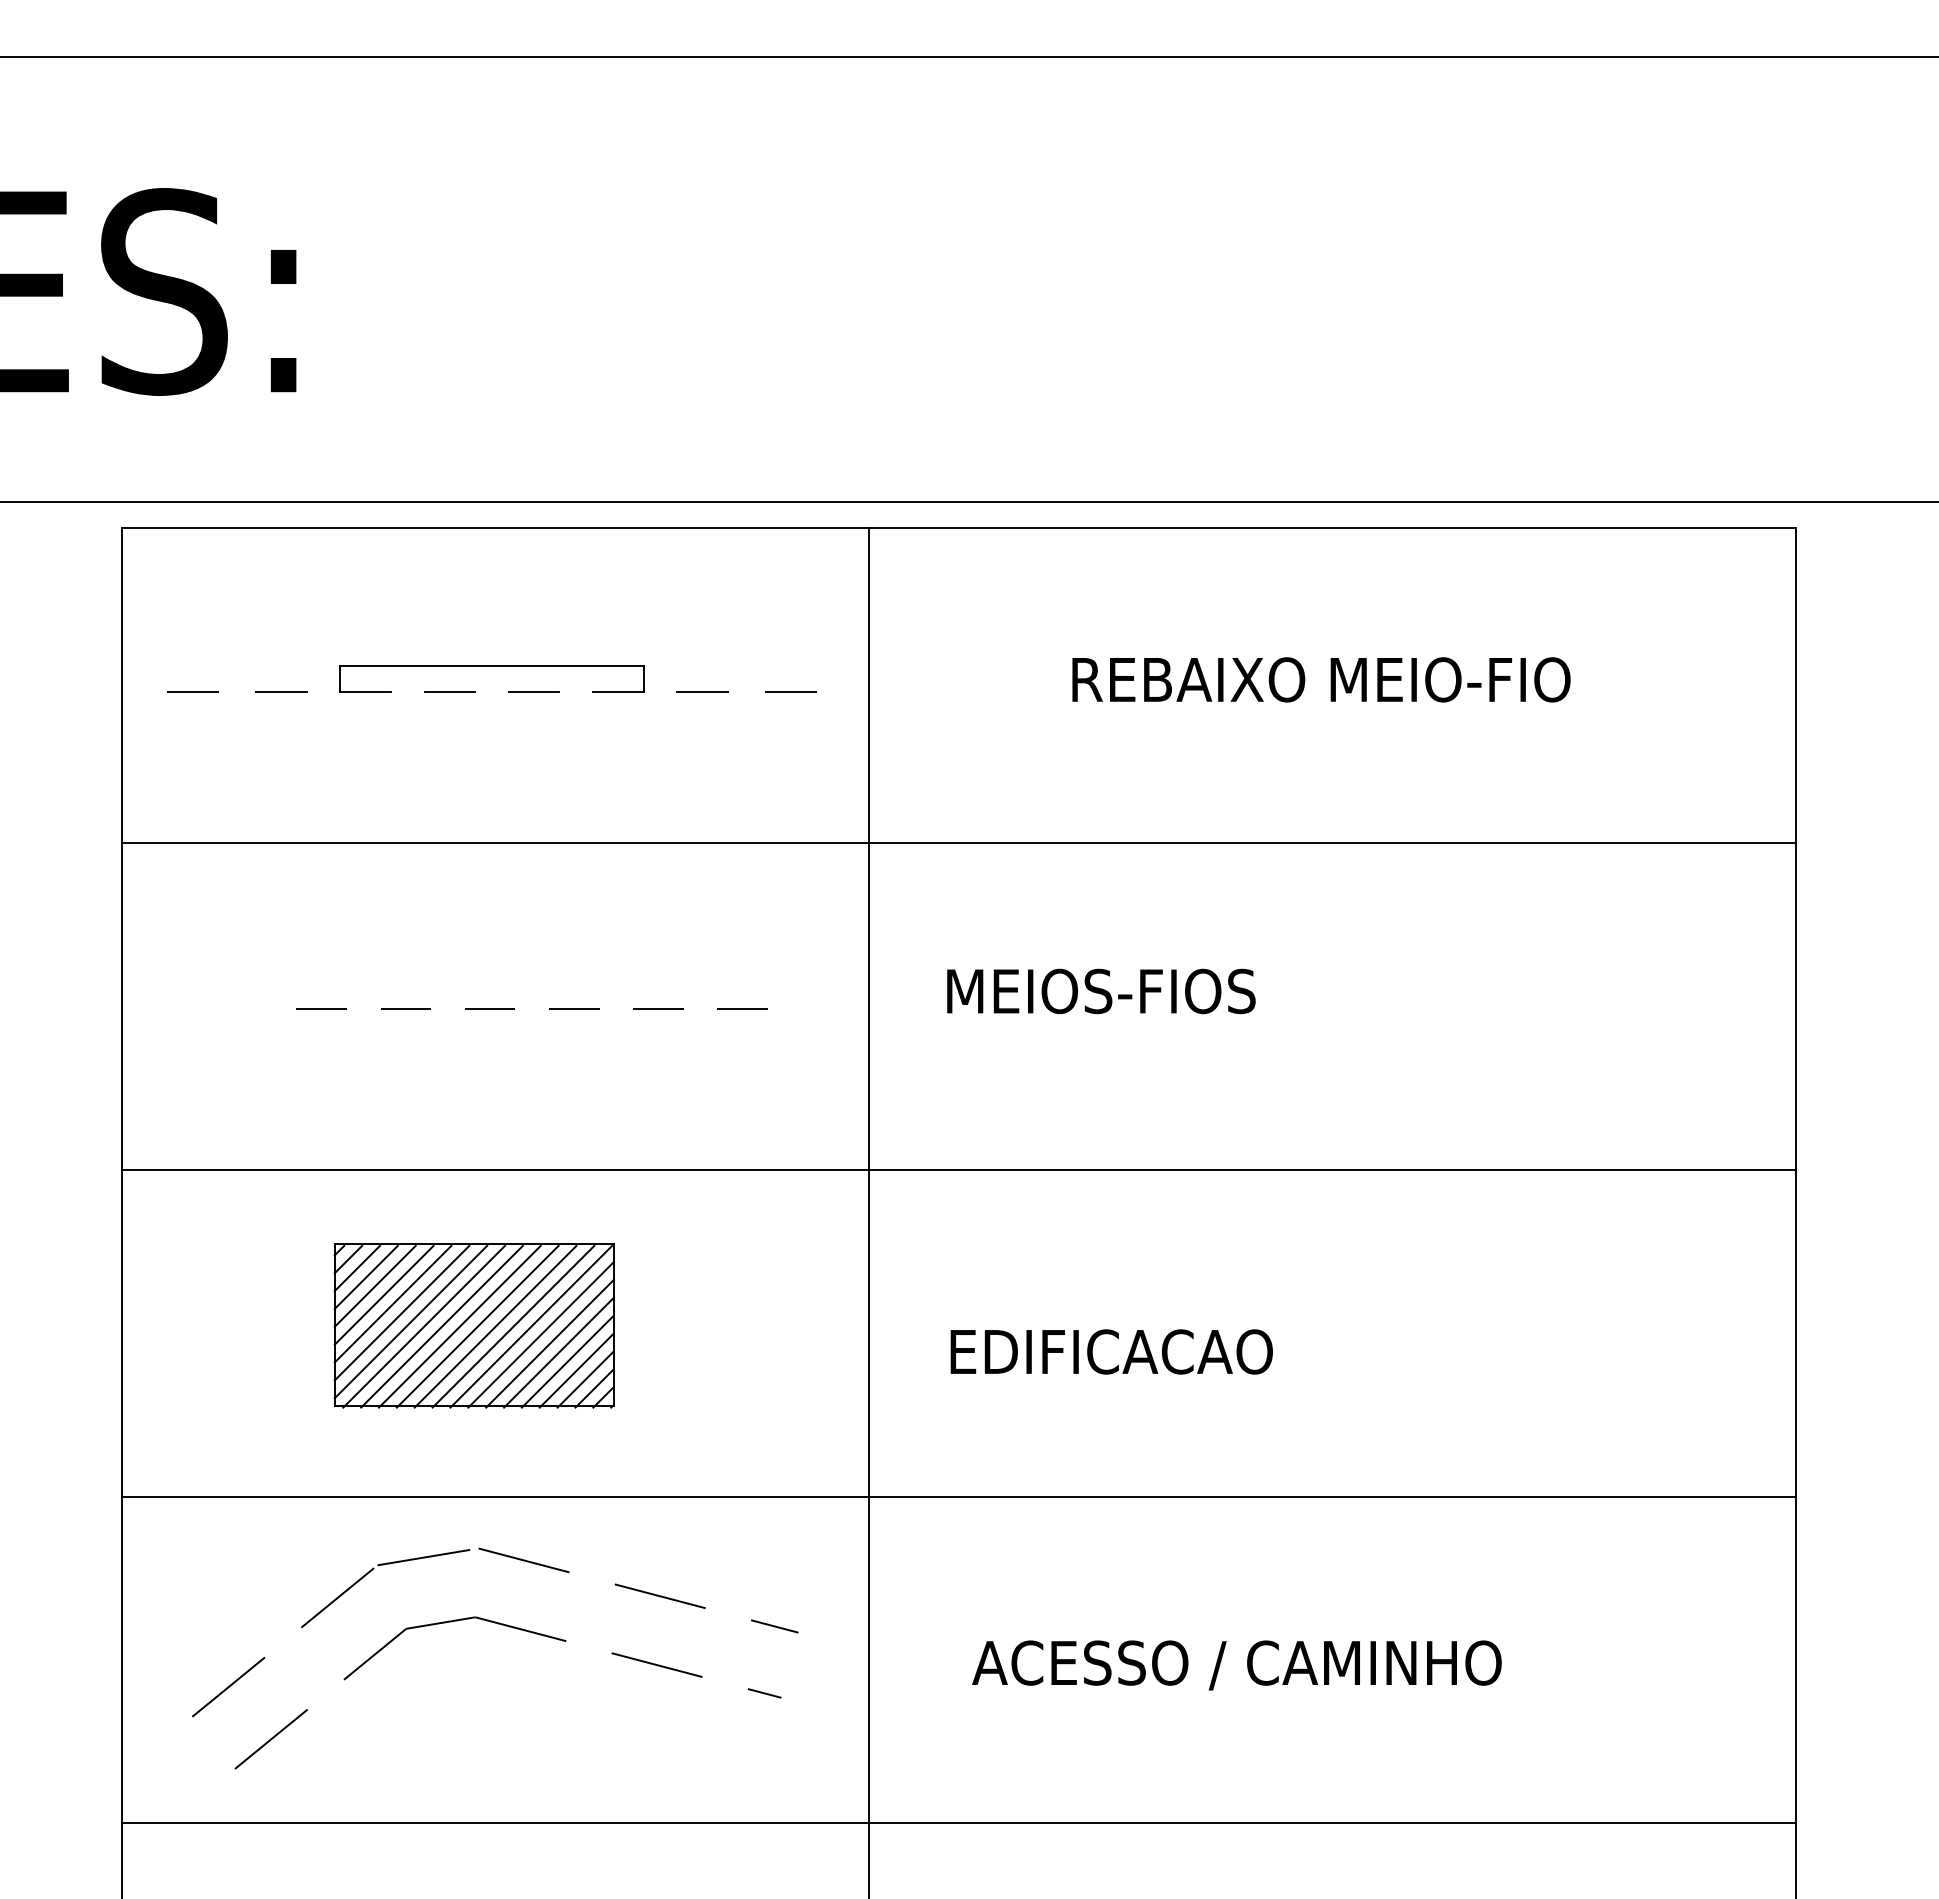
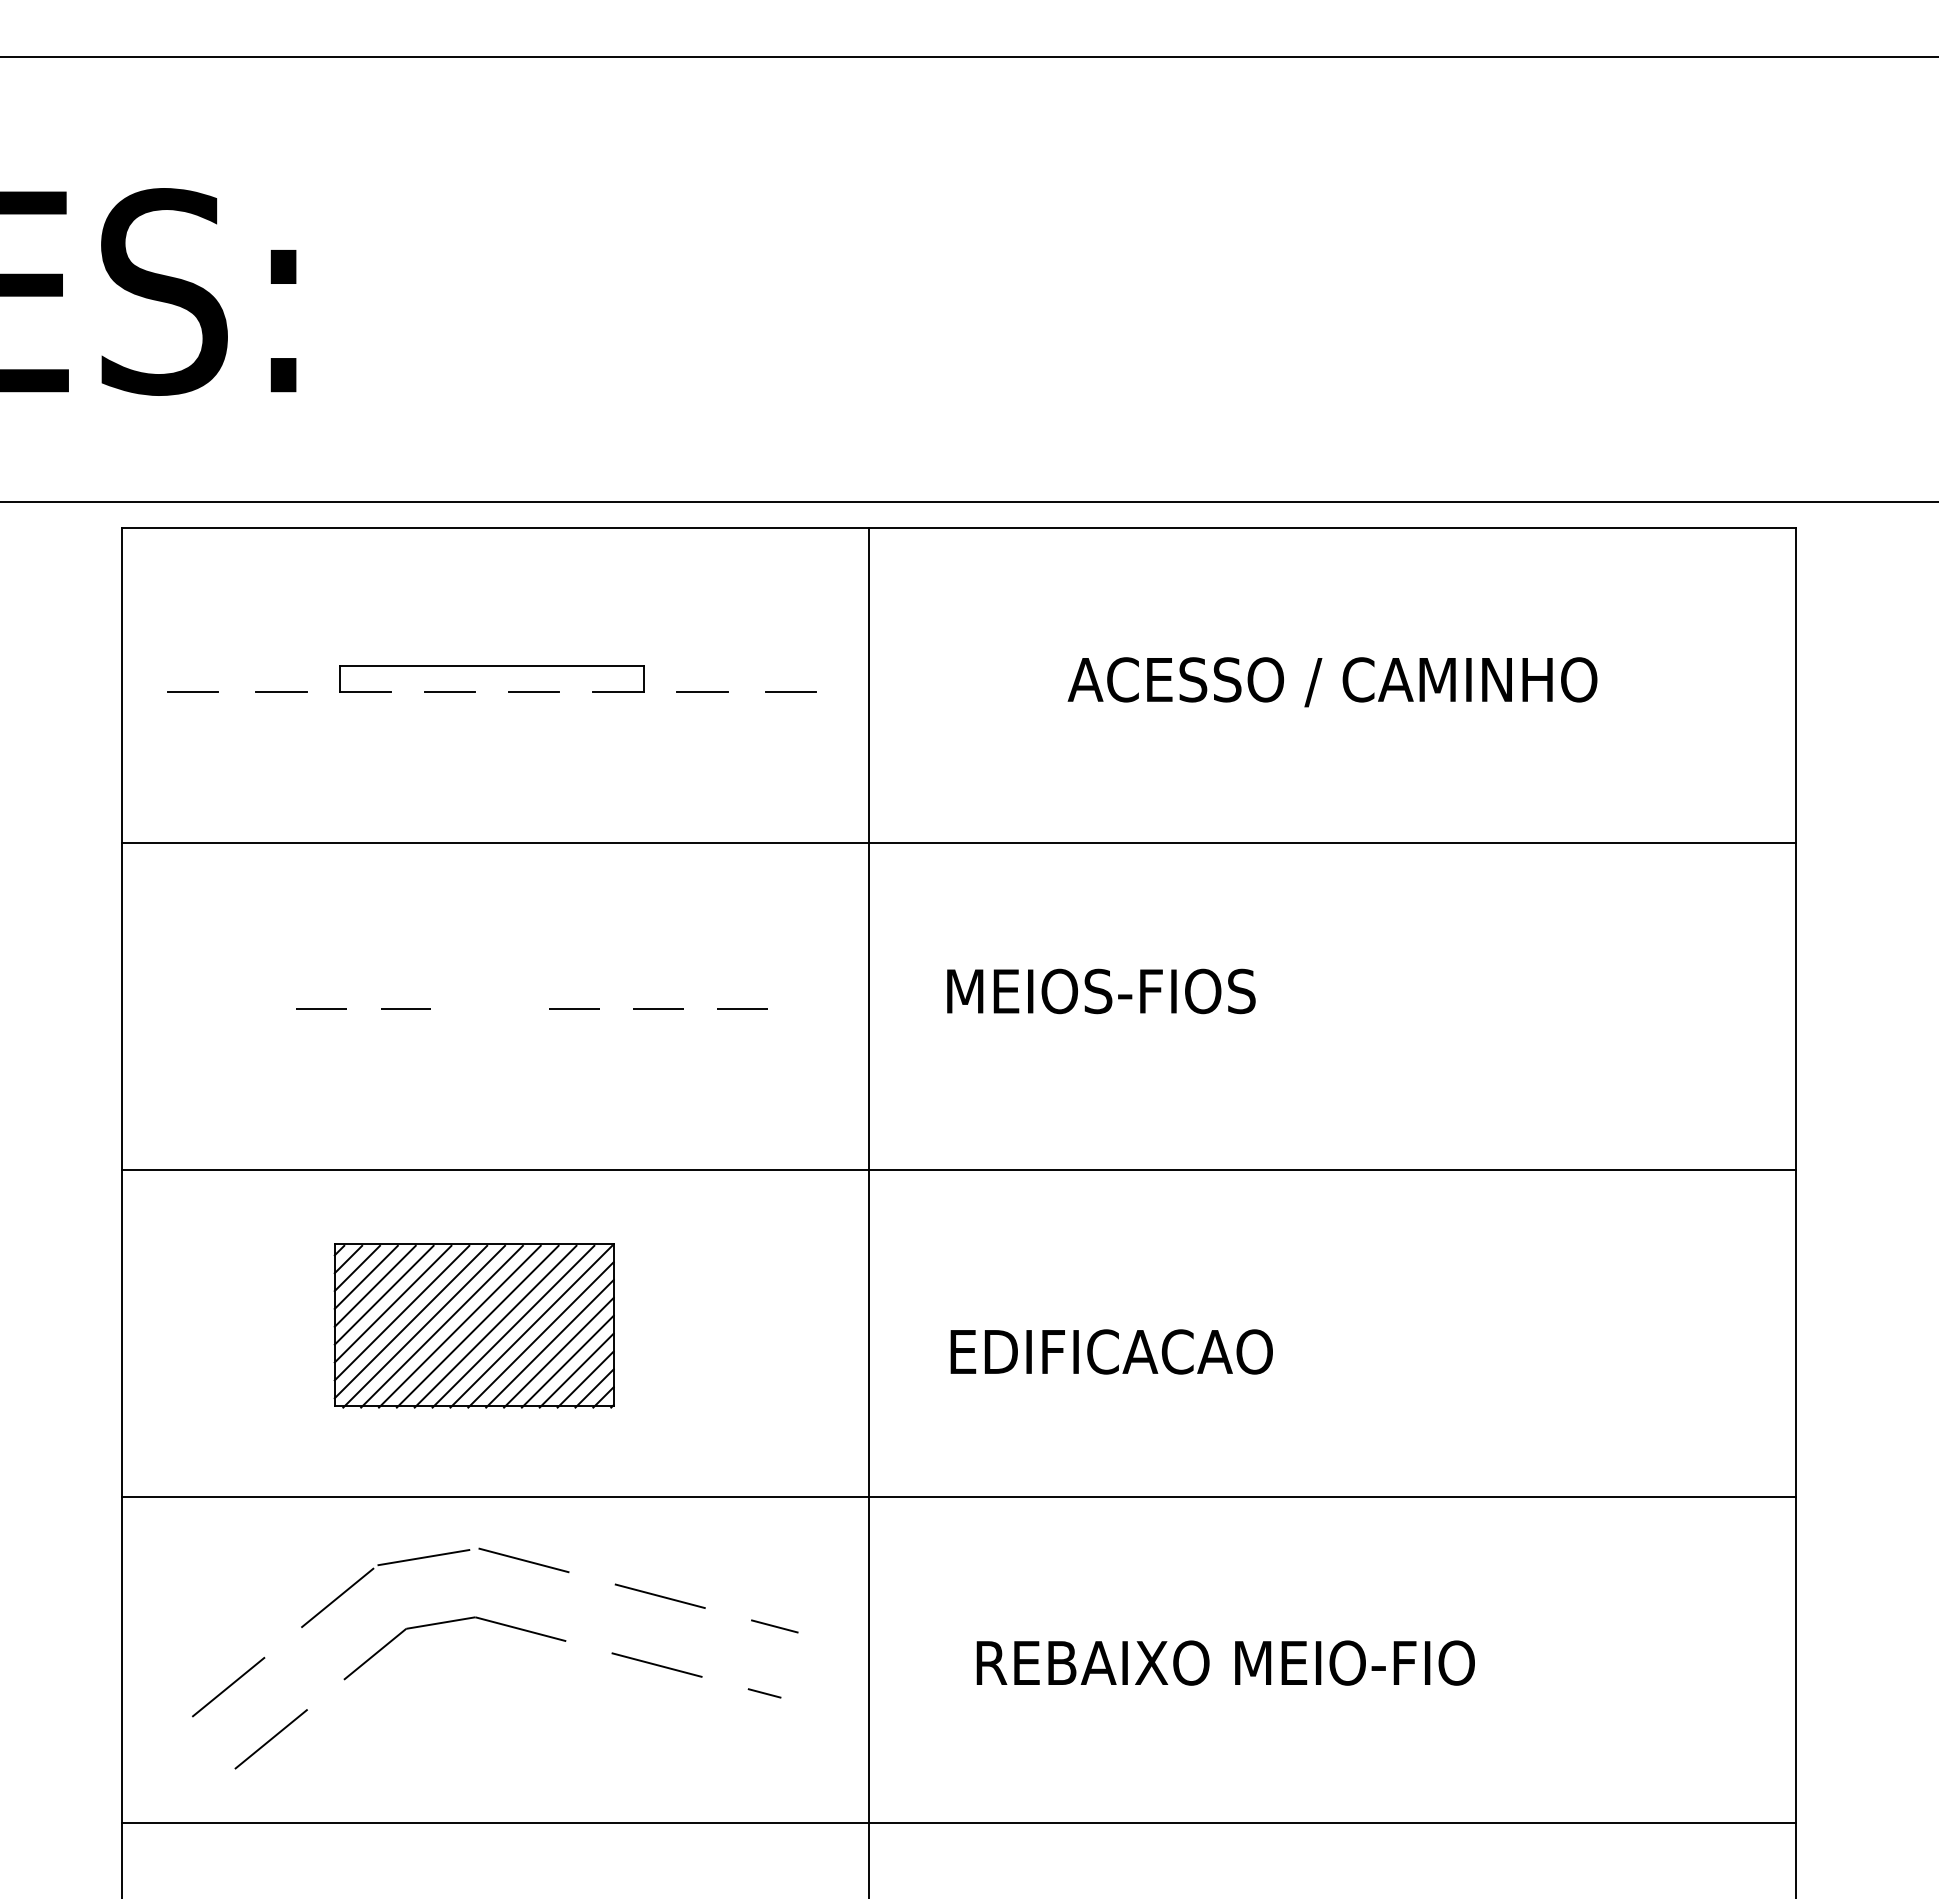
text at (1332, 682): REBAIXO MEIO-FIO -> ACESSO / CAMINHO
line at (489, 1008): present -> none
text at (1236, 1665): ACESSO / CAMINHO -> REBAIXO MEIO-FIO
